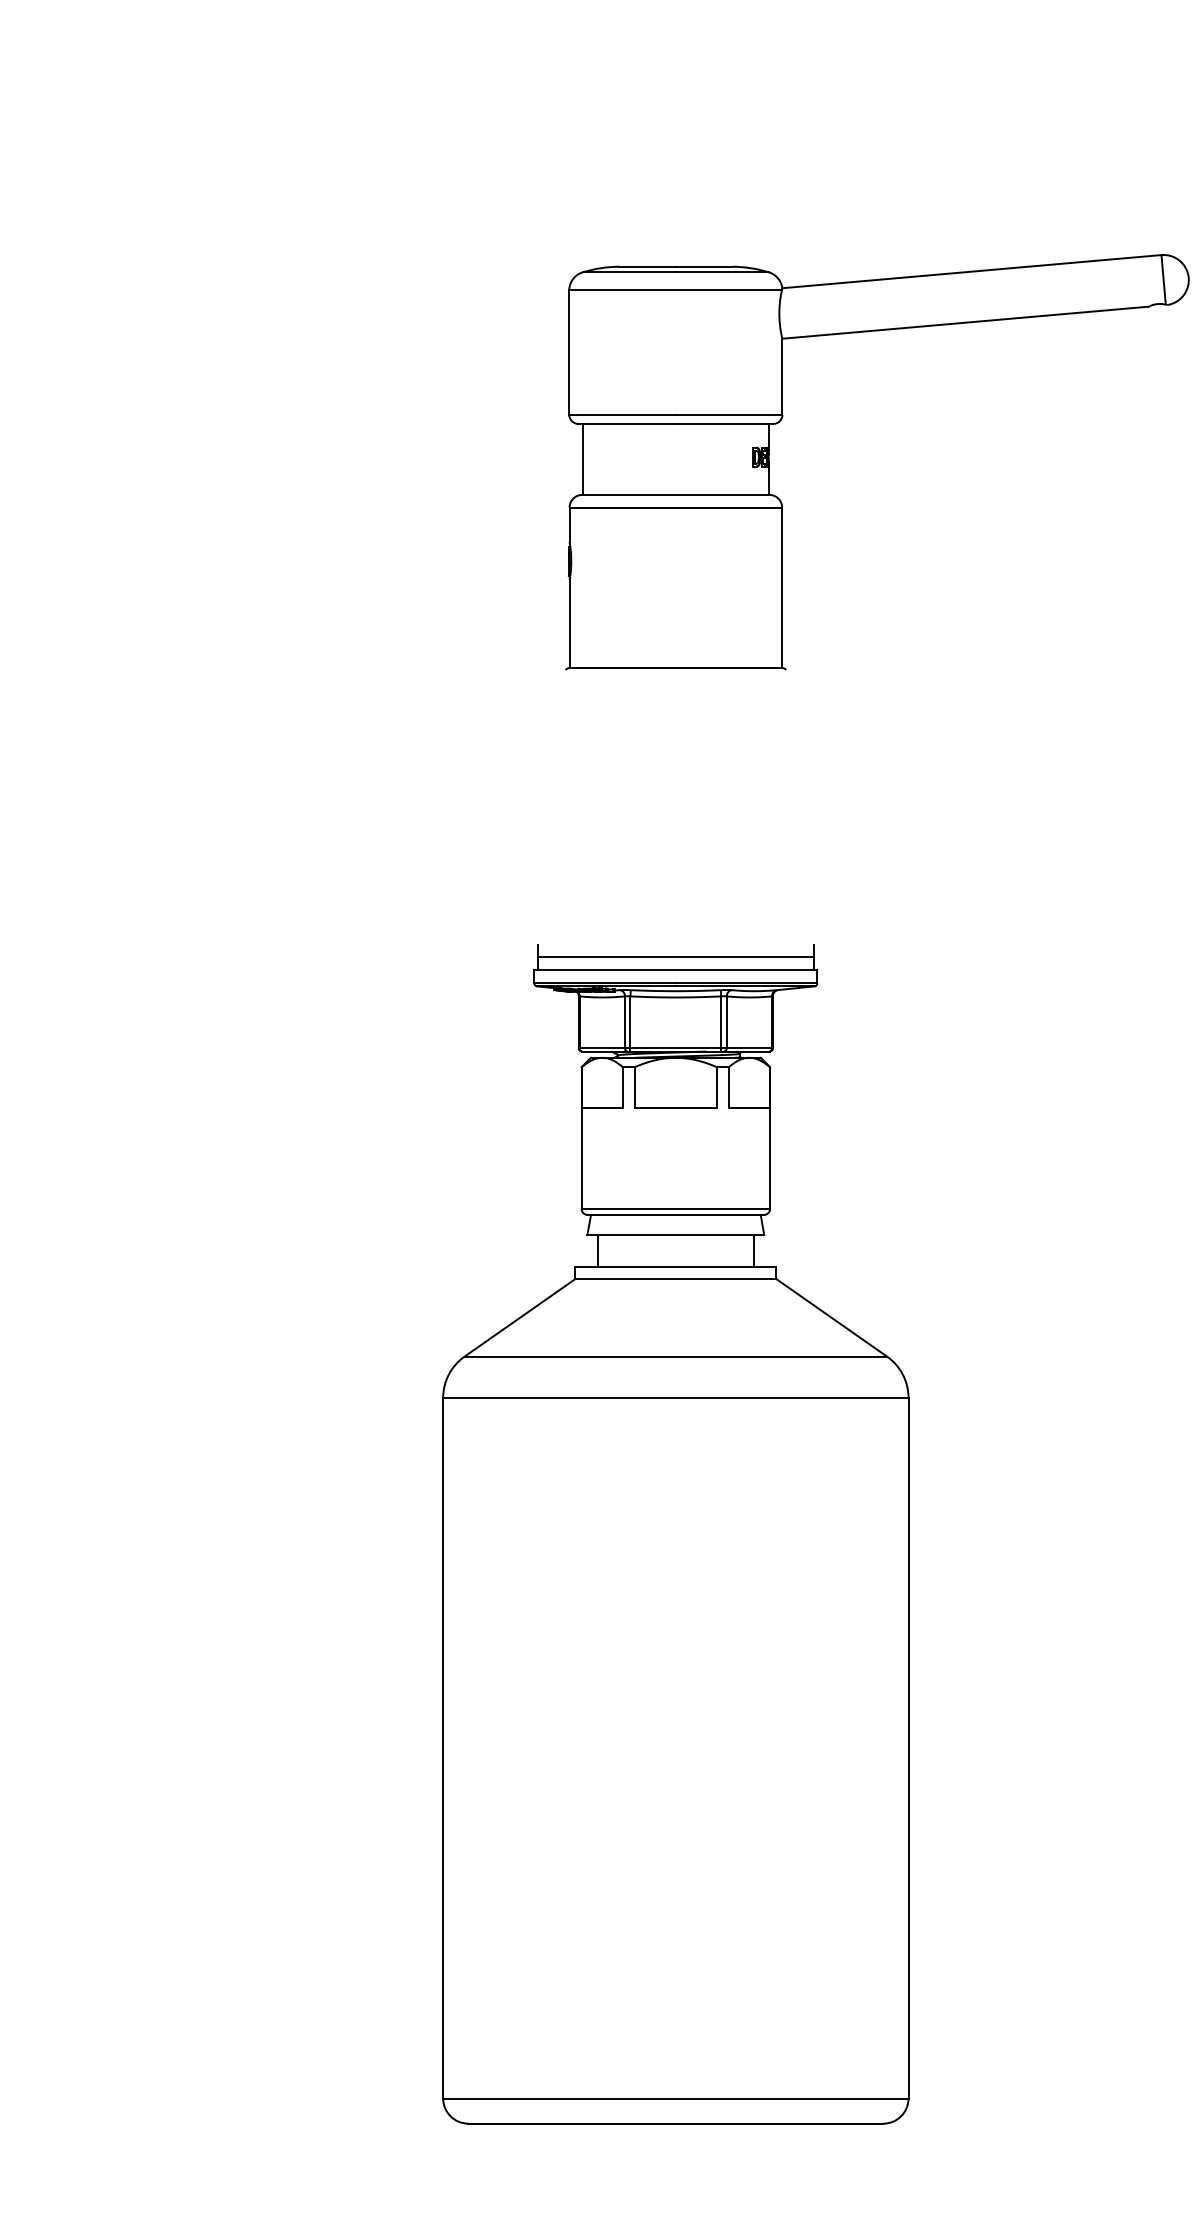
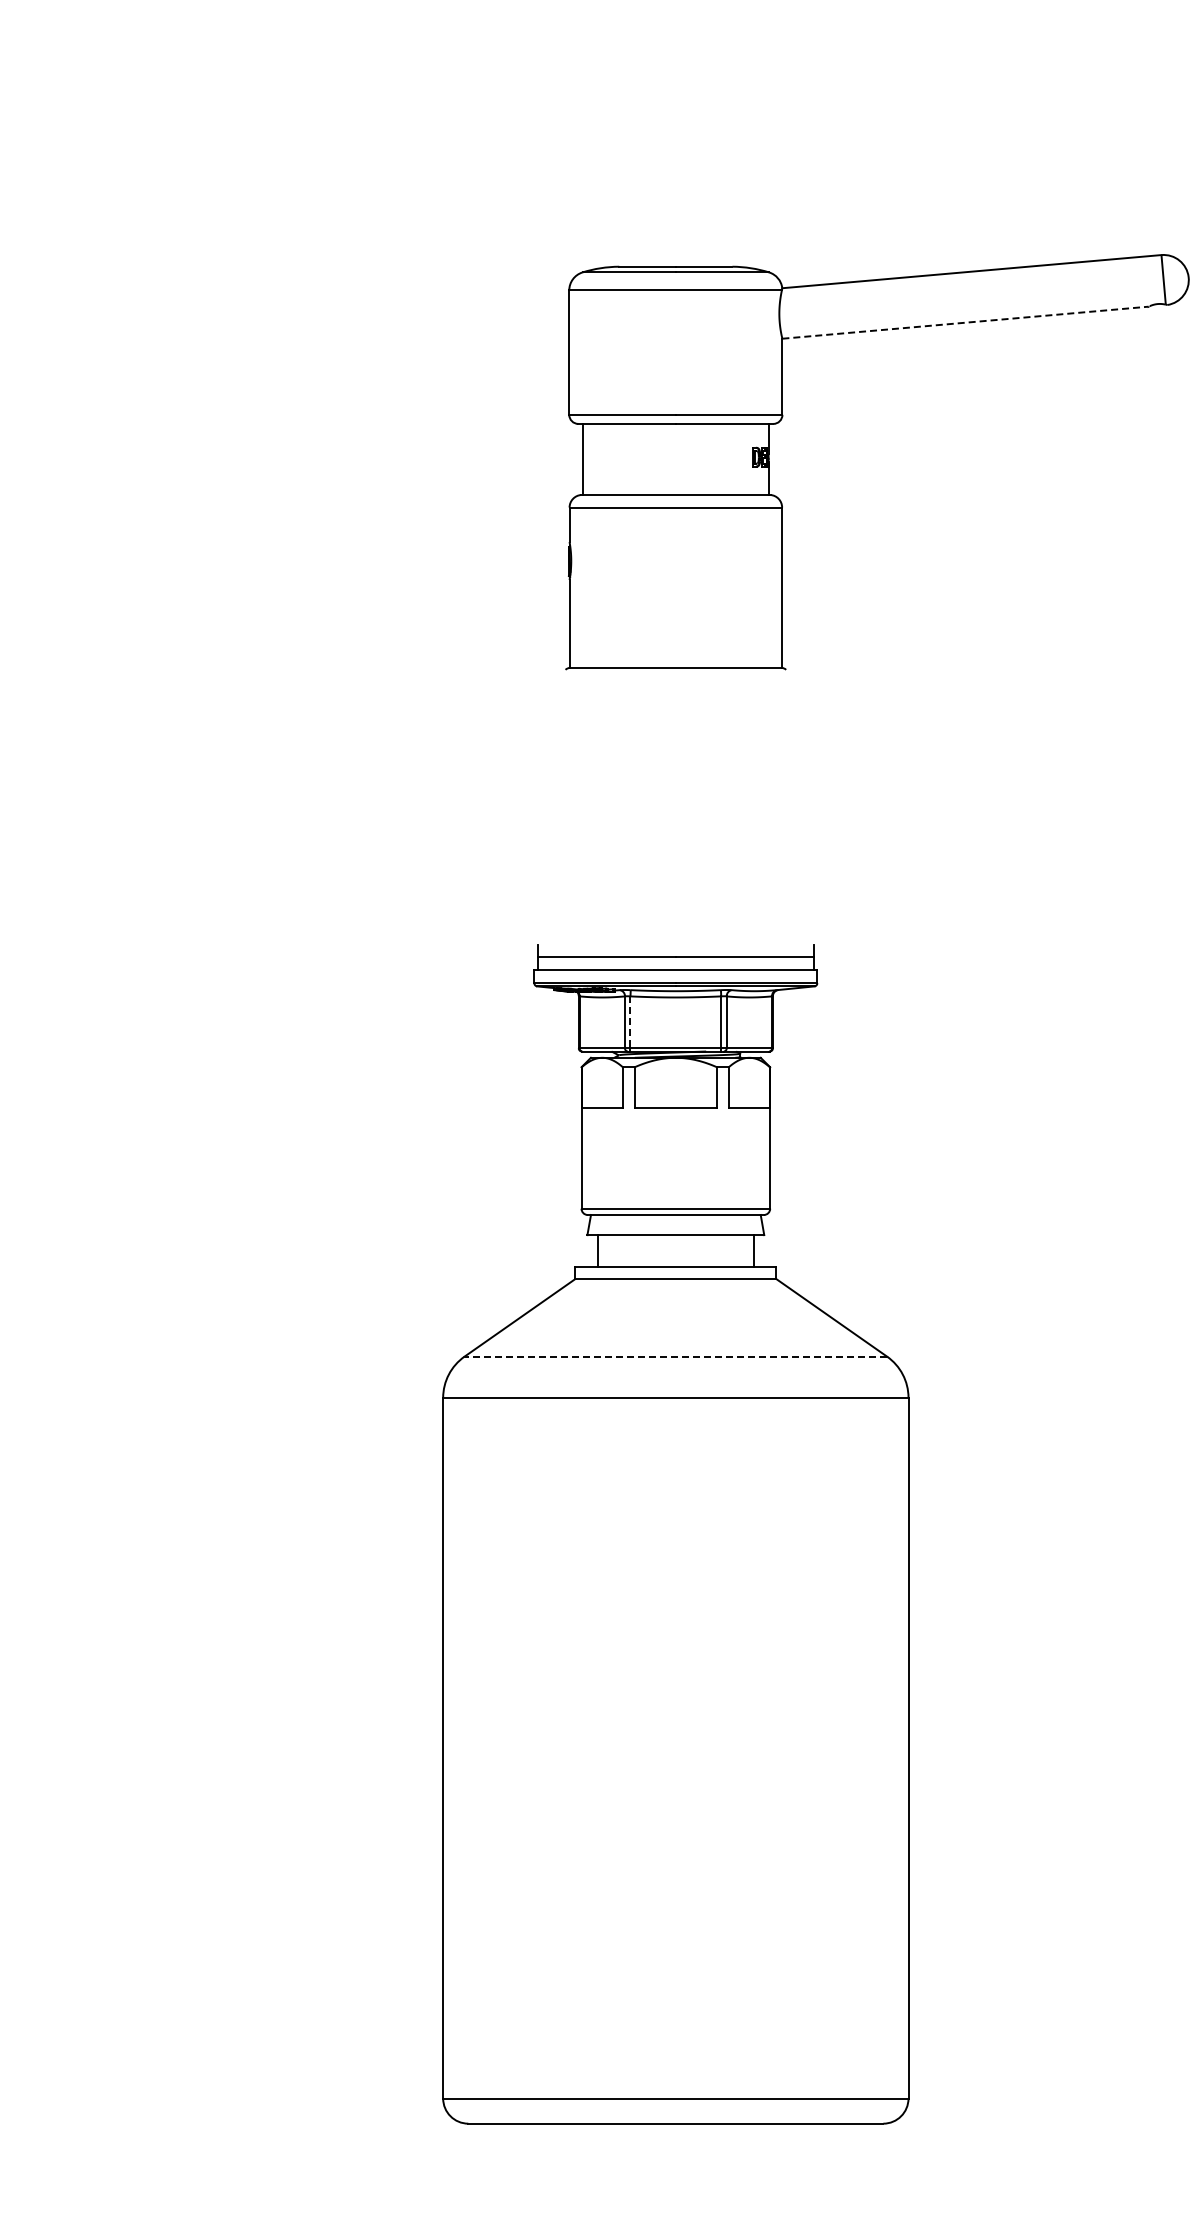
line at (965, 322): solid -> dashed
line at (630, 1022): solid -> dashed
line at (675, 1356): solid -> dashed
